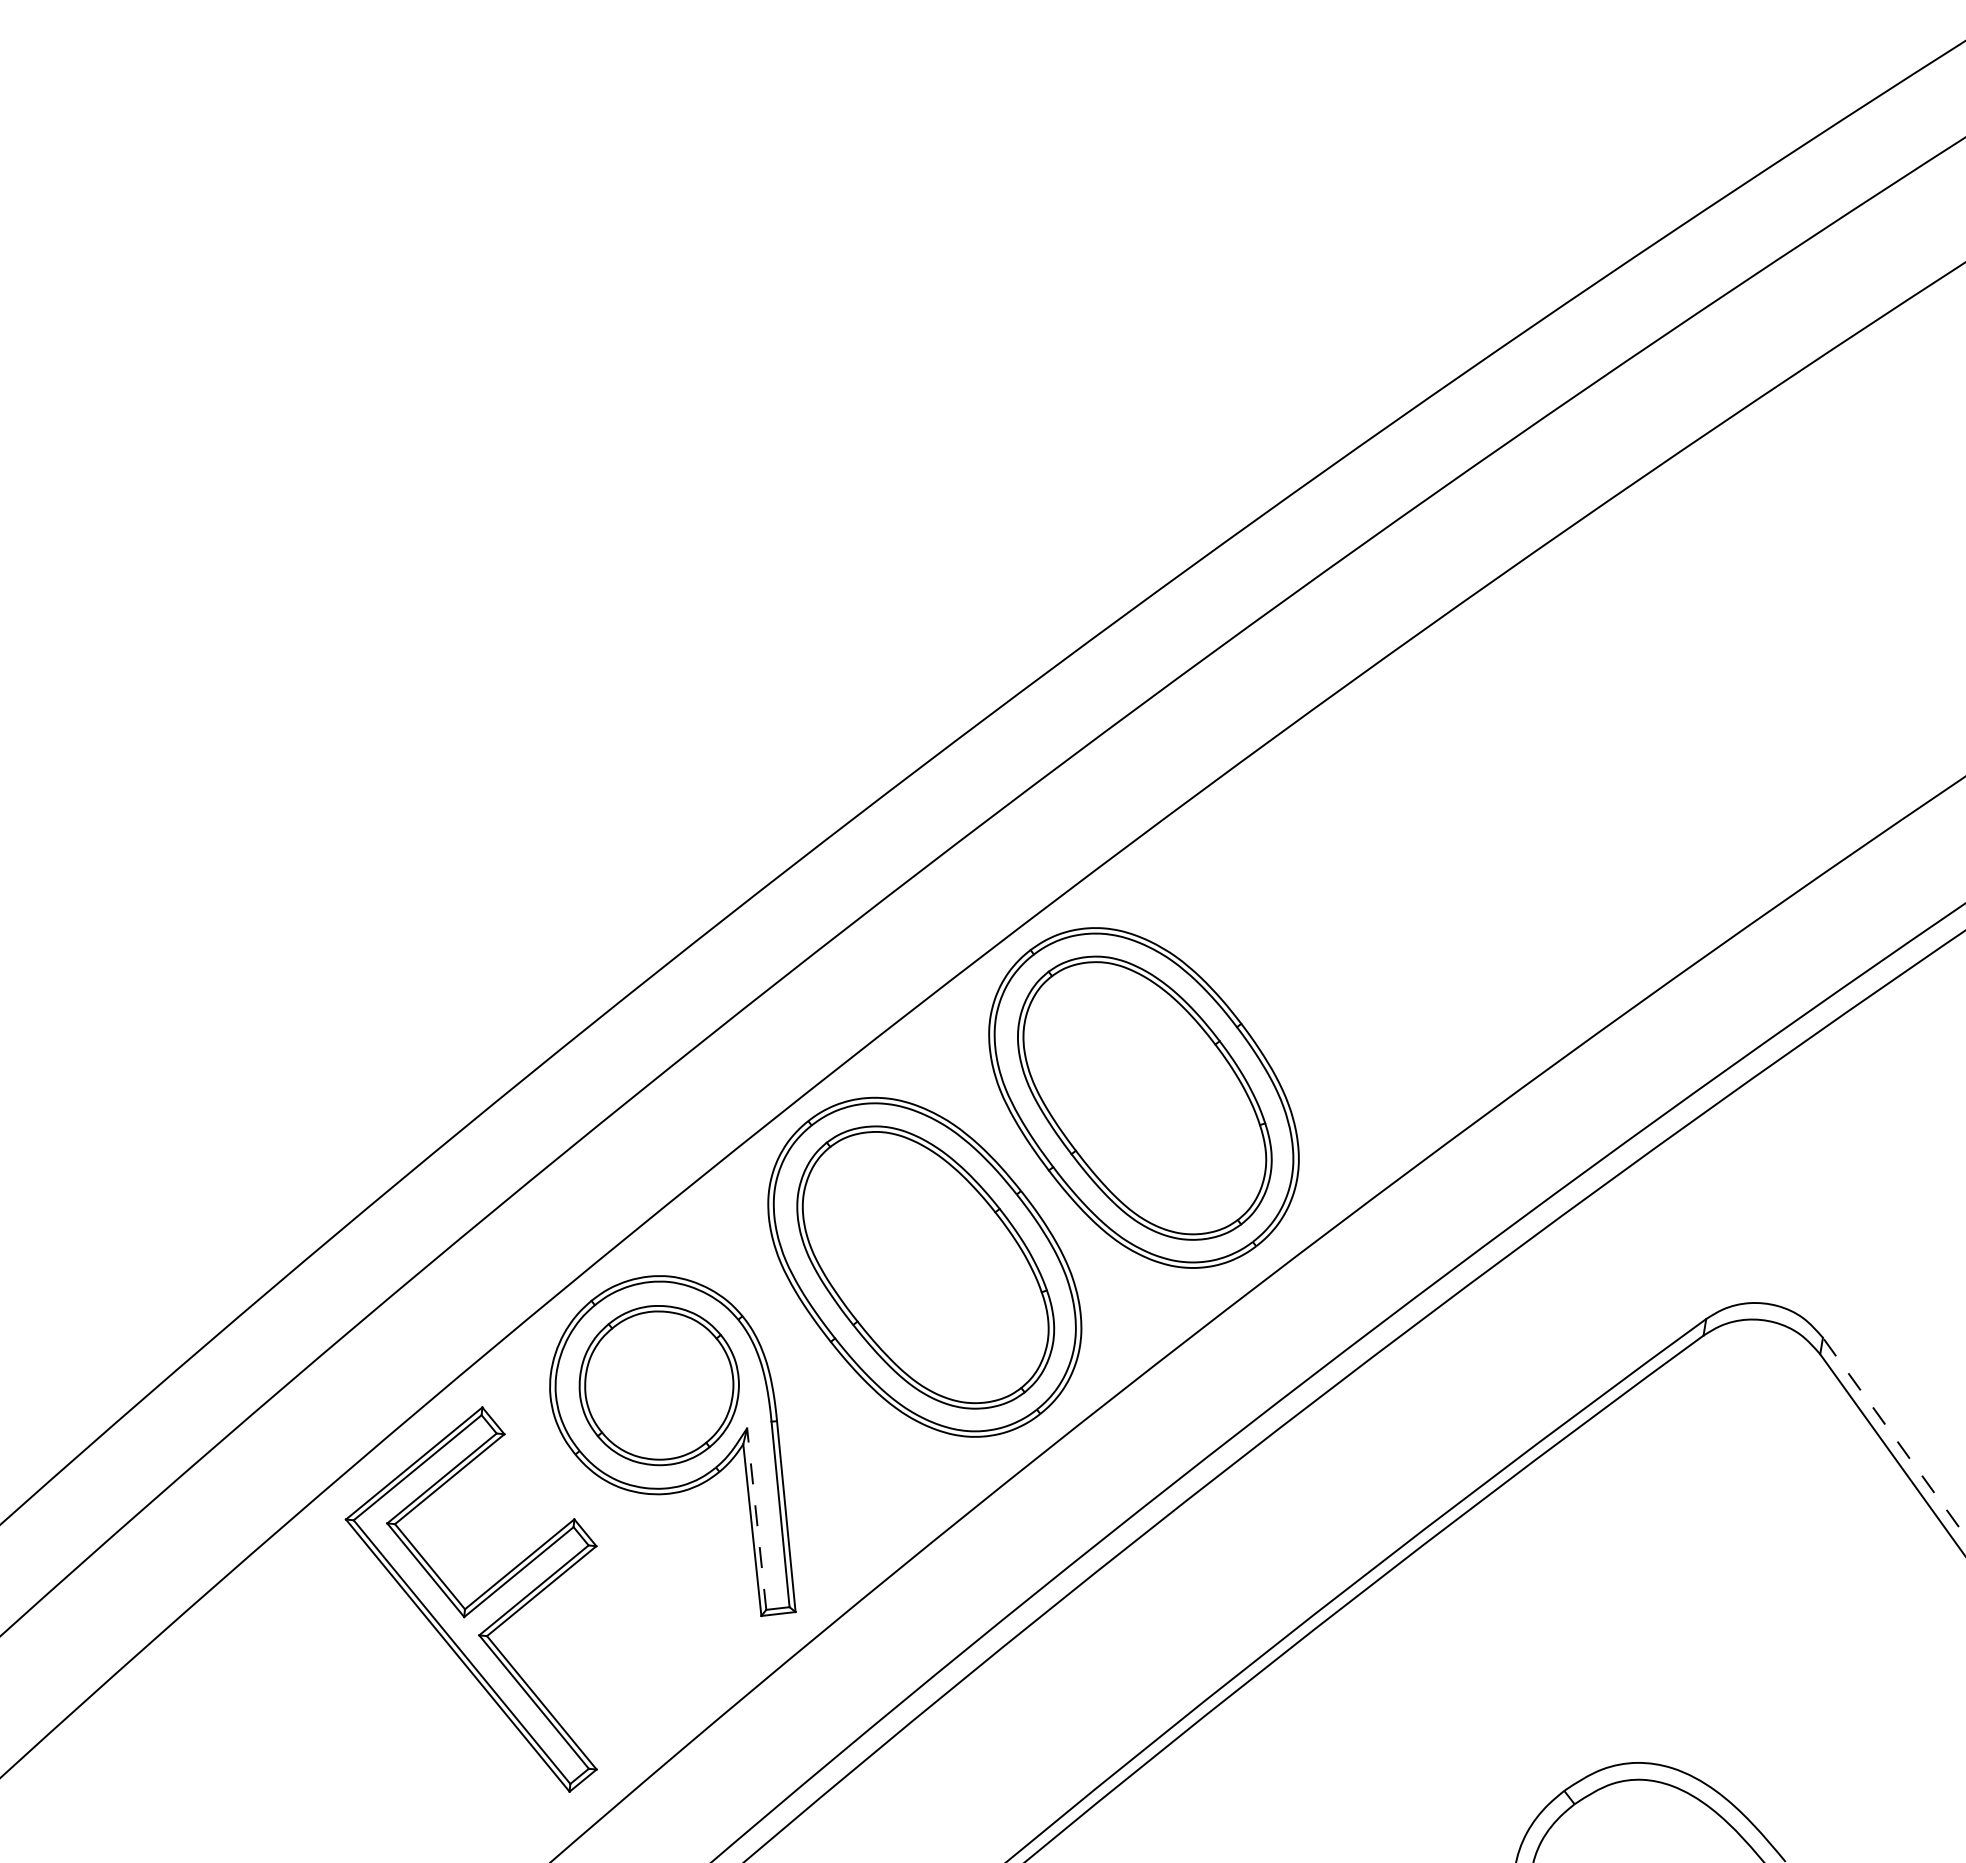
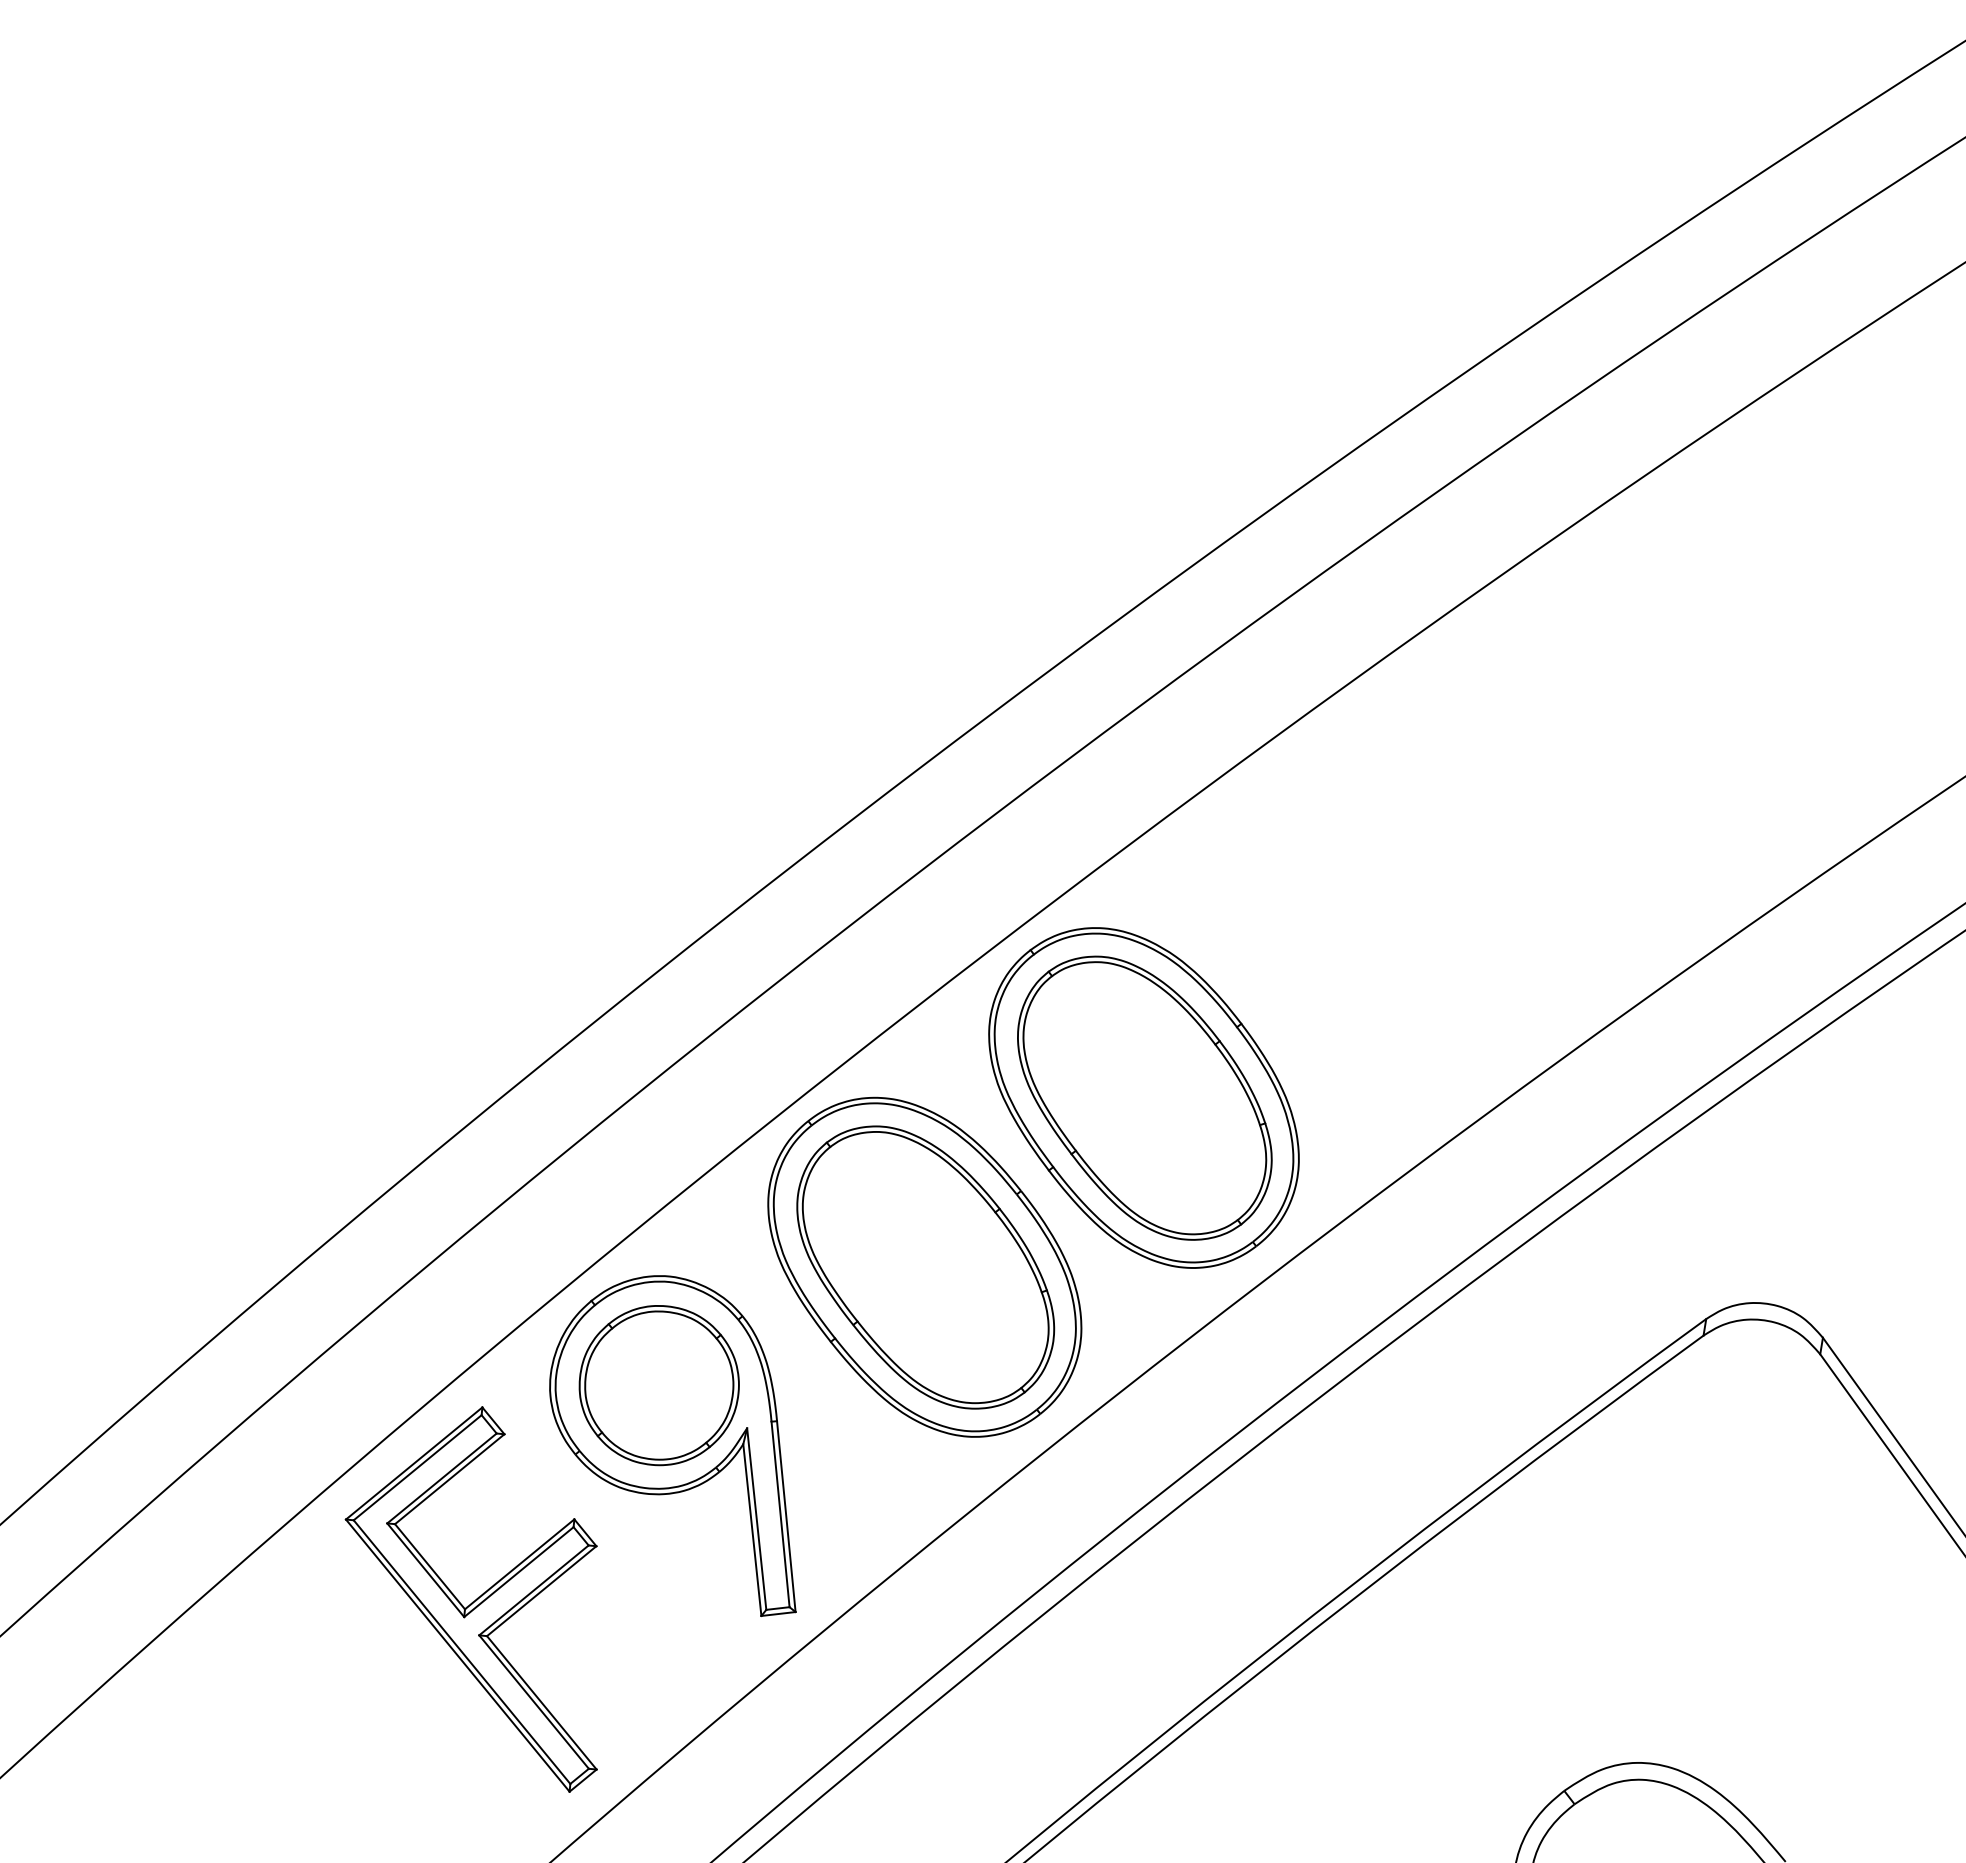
line at (1894, 1436): dashed -> solid
line at (756, 1518): dashed -> solid
